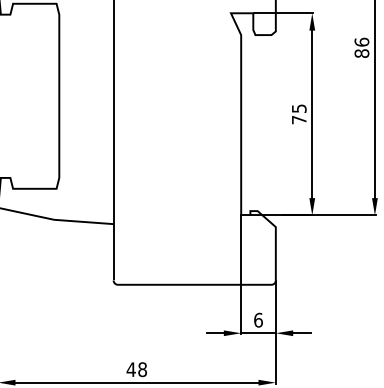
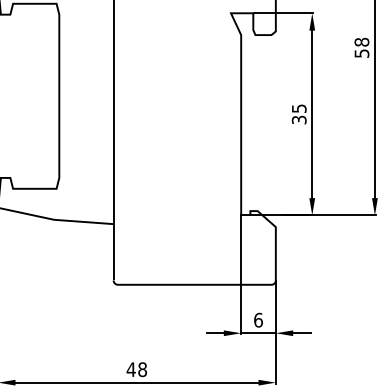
text at (361, 47): 86 -> 58
text at (298, 119): 75 -> 35
